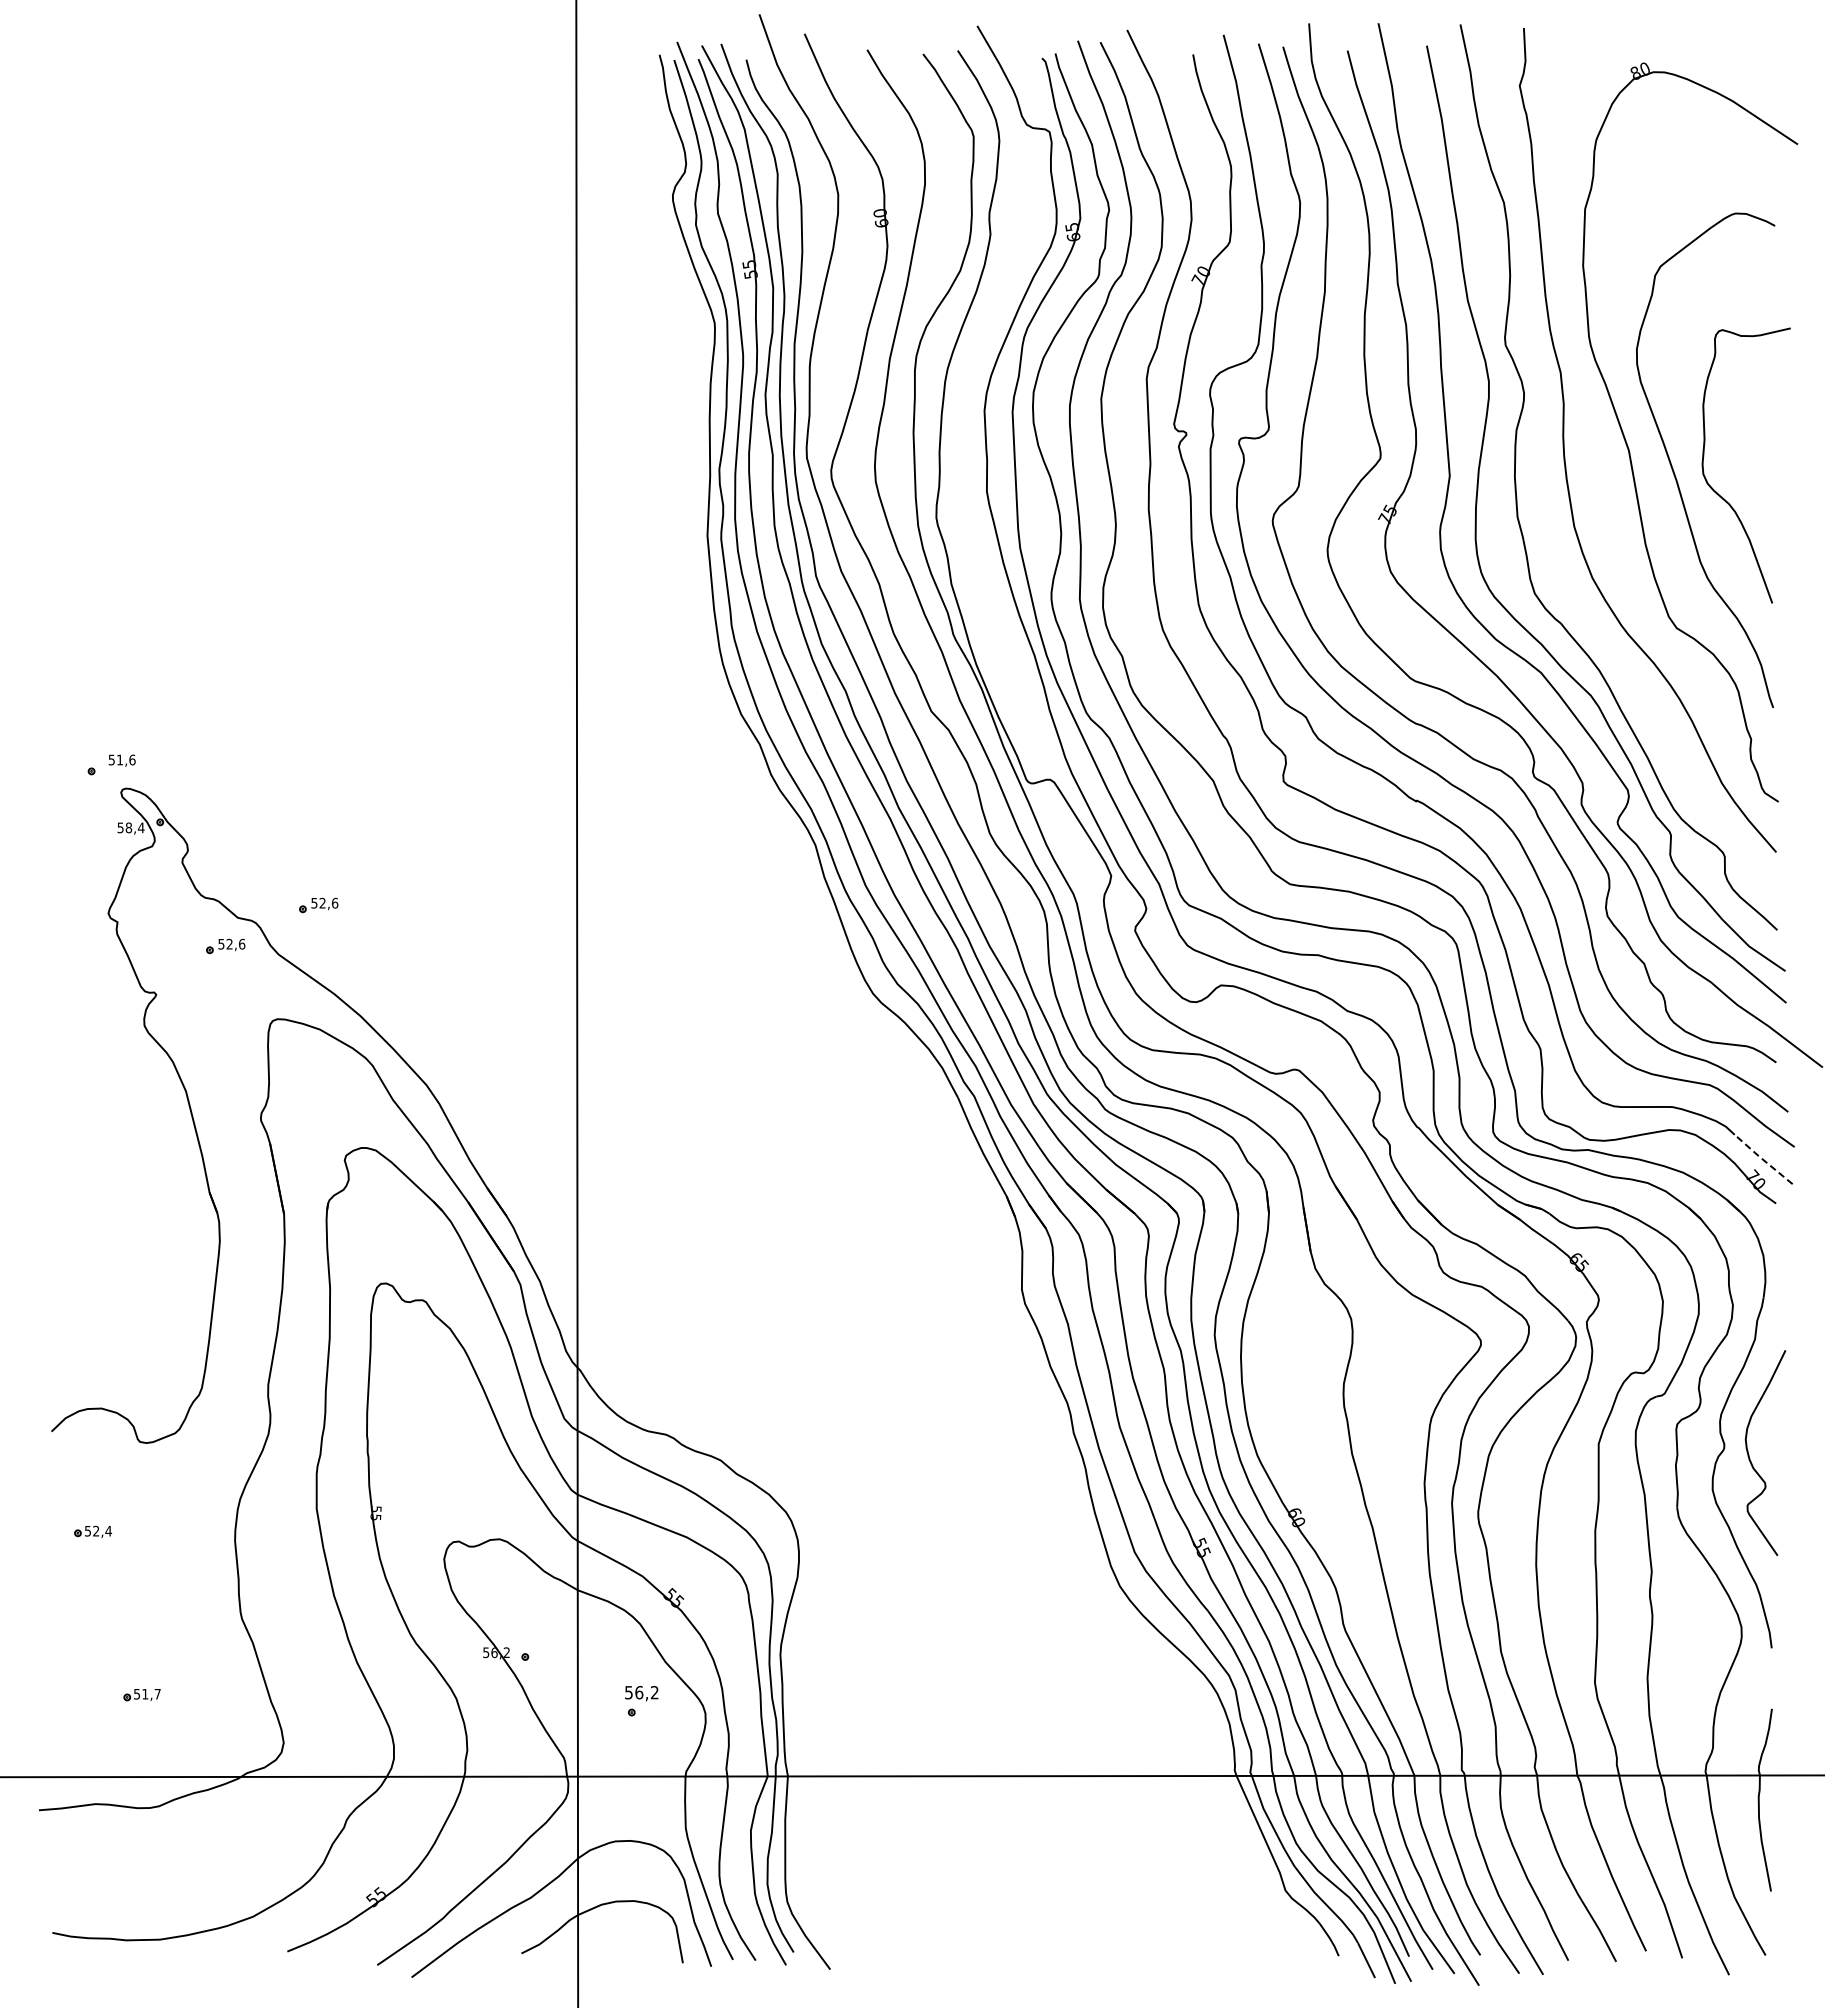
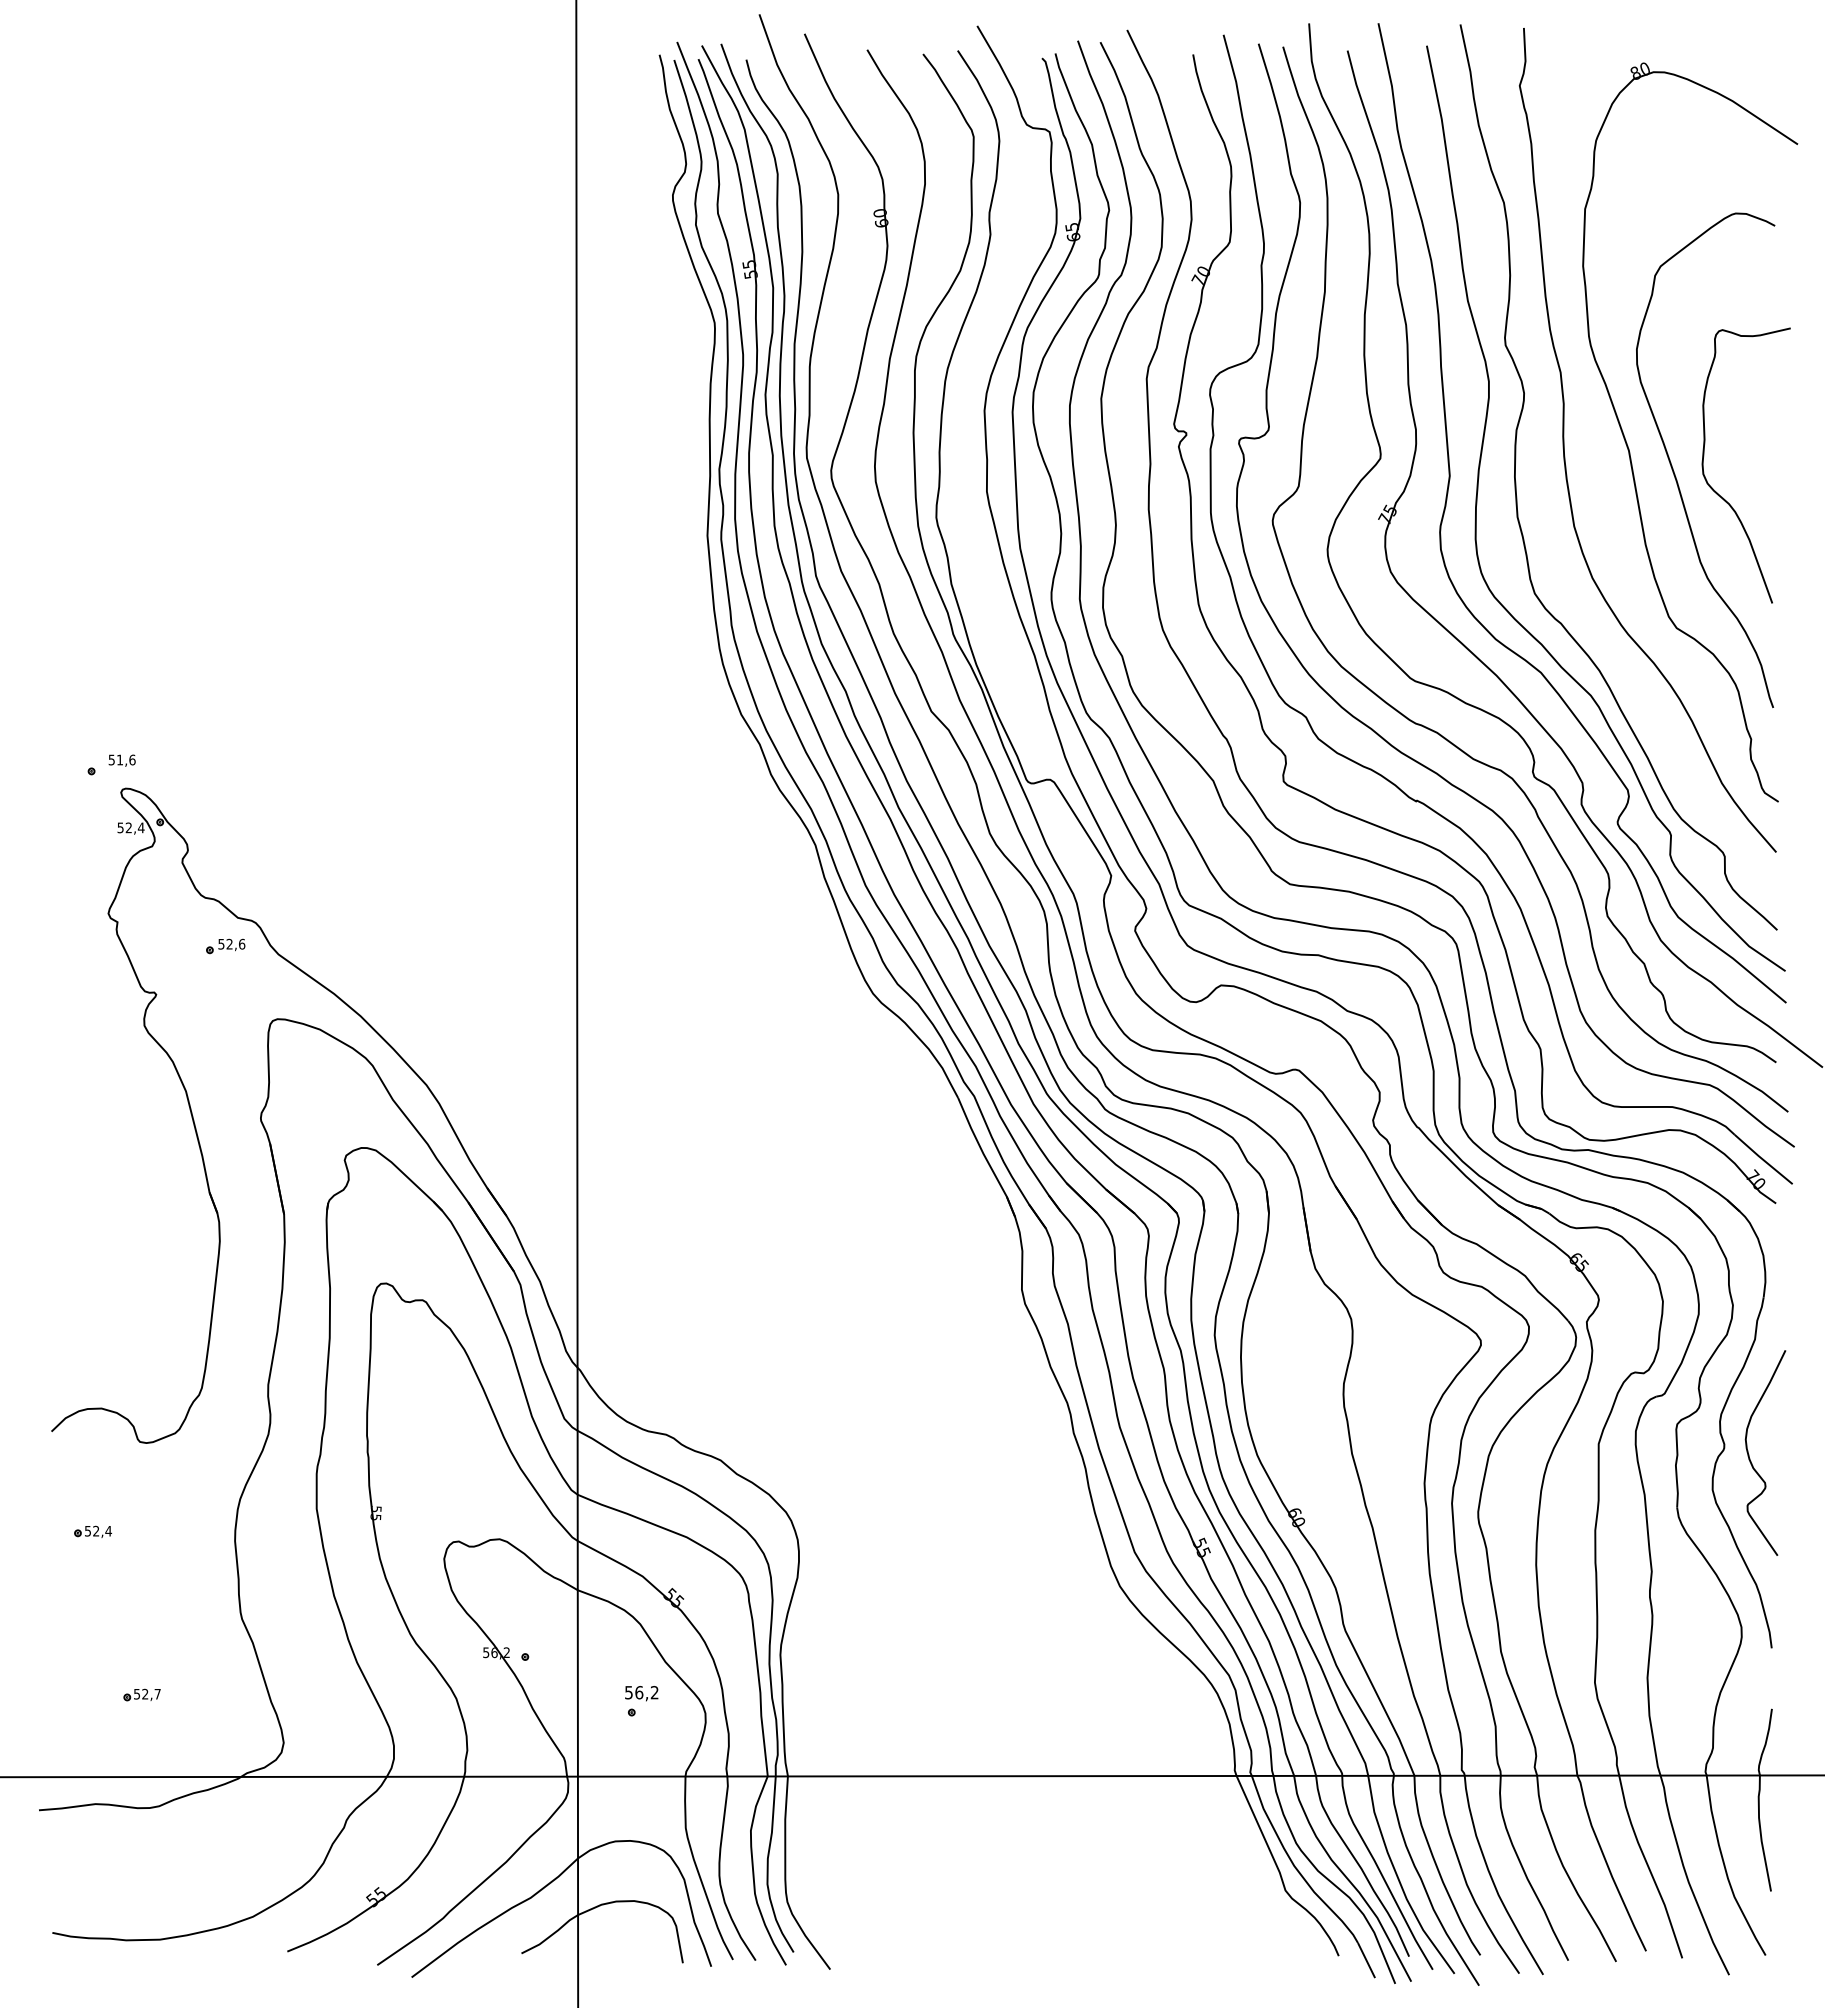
text at (128, 827): 58,4 -> 52,4
part at (318, 905): present -> none
line at (1763, 1159): dashed -> solid
text at (145, 1693): 51,7 -> 52,7
